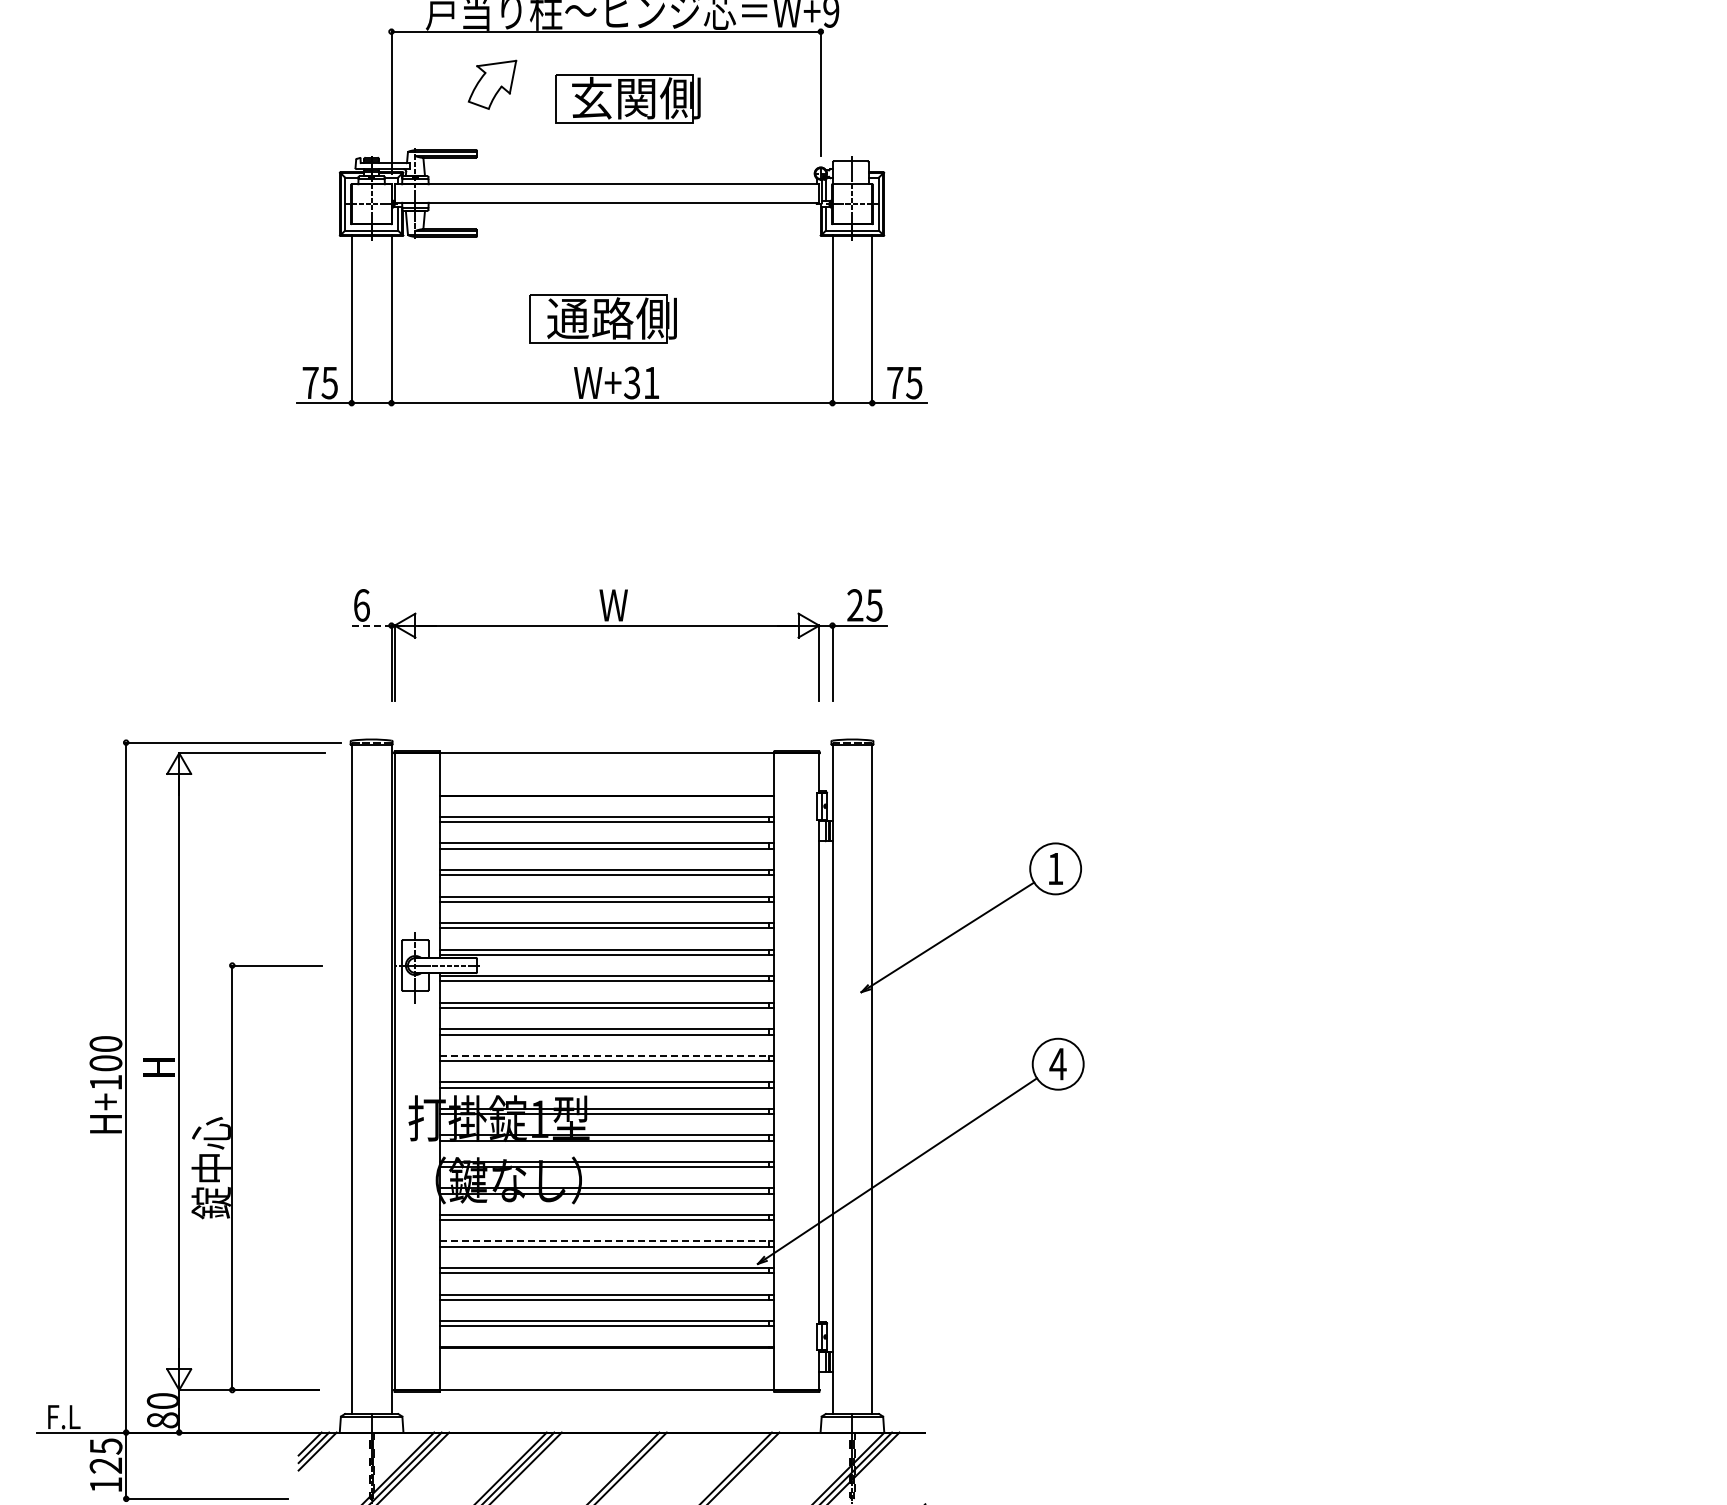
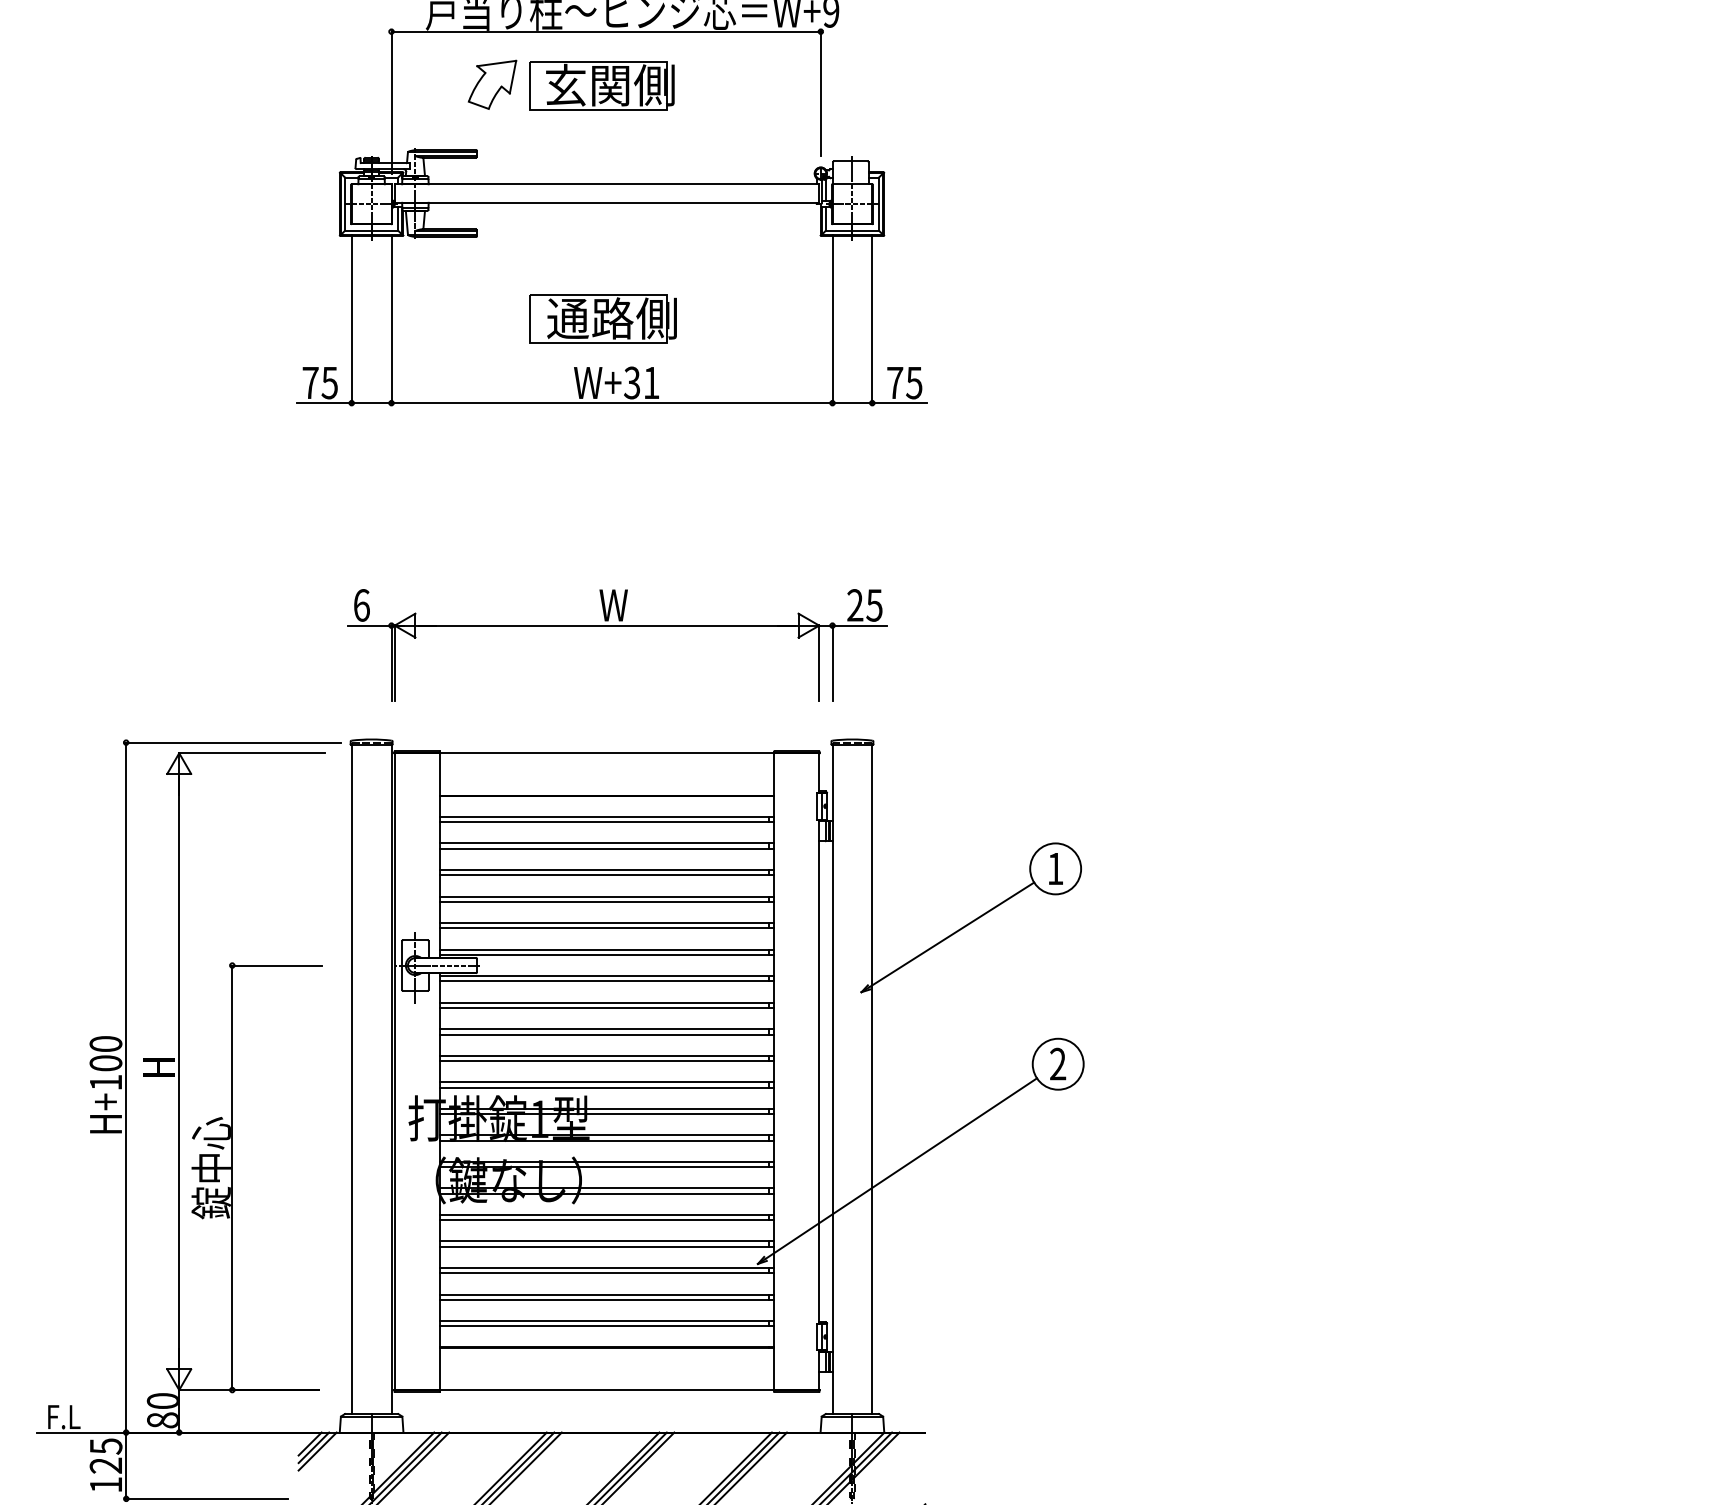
part at (627, 98) position: (627, 98) -> (601, 85)
line at (369, 625): dashed -> solid
line at (607, 1055): dashed -> solid
text at (1057, 1063): 4 -> 2
line at (607, 1241): dashed -> solid
line at (639, 1466): none -> present
line at (751, 1466): none -> present
